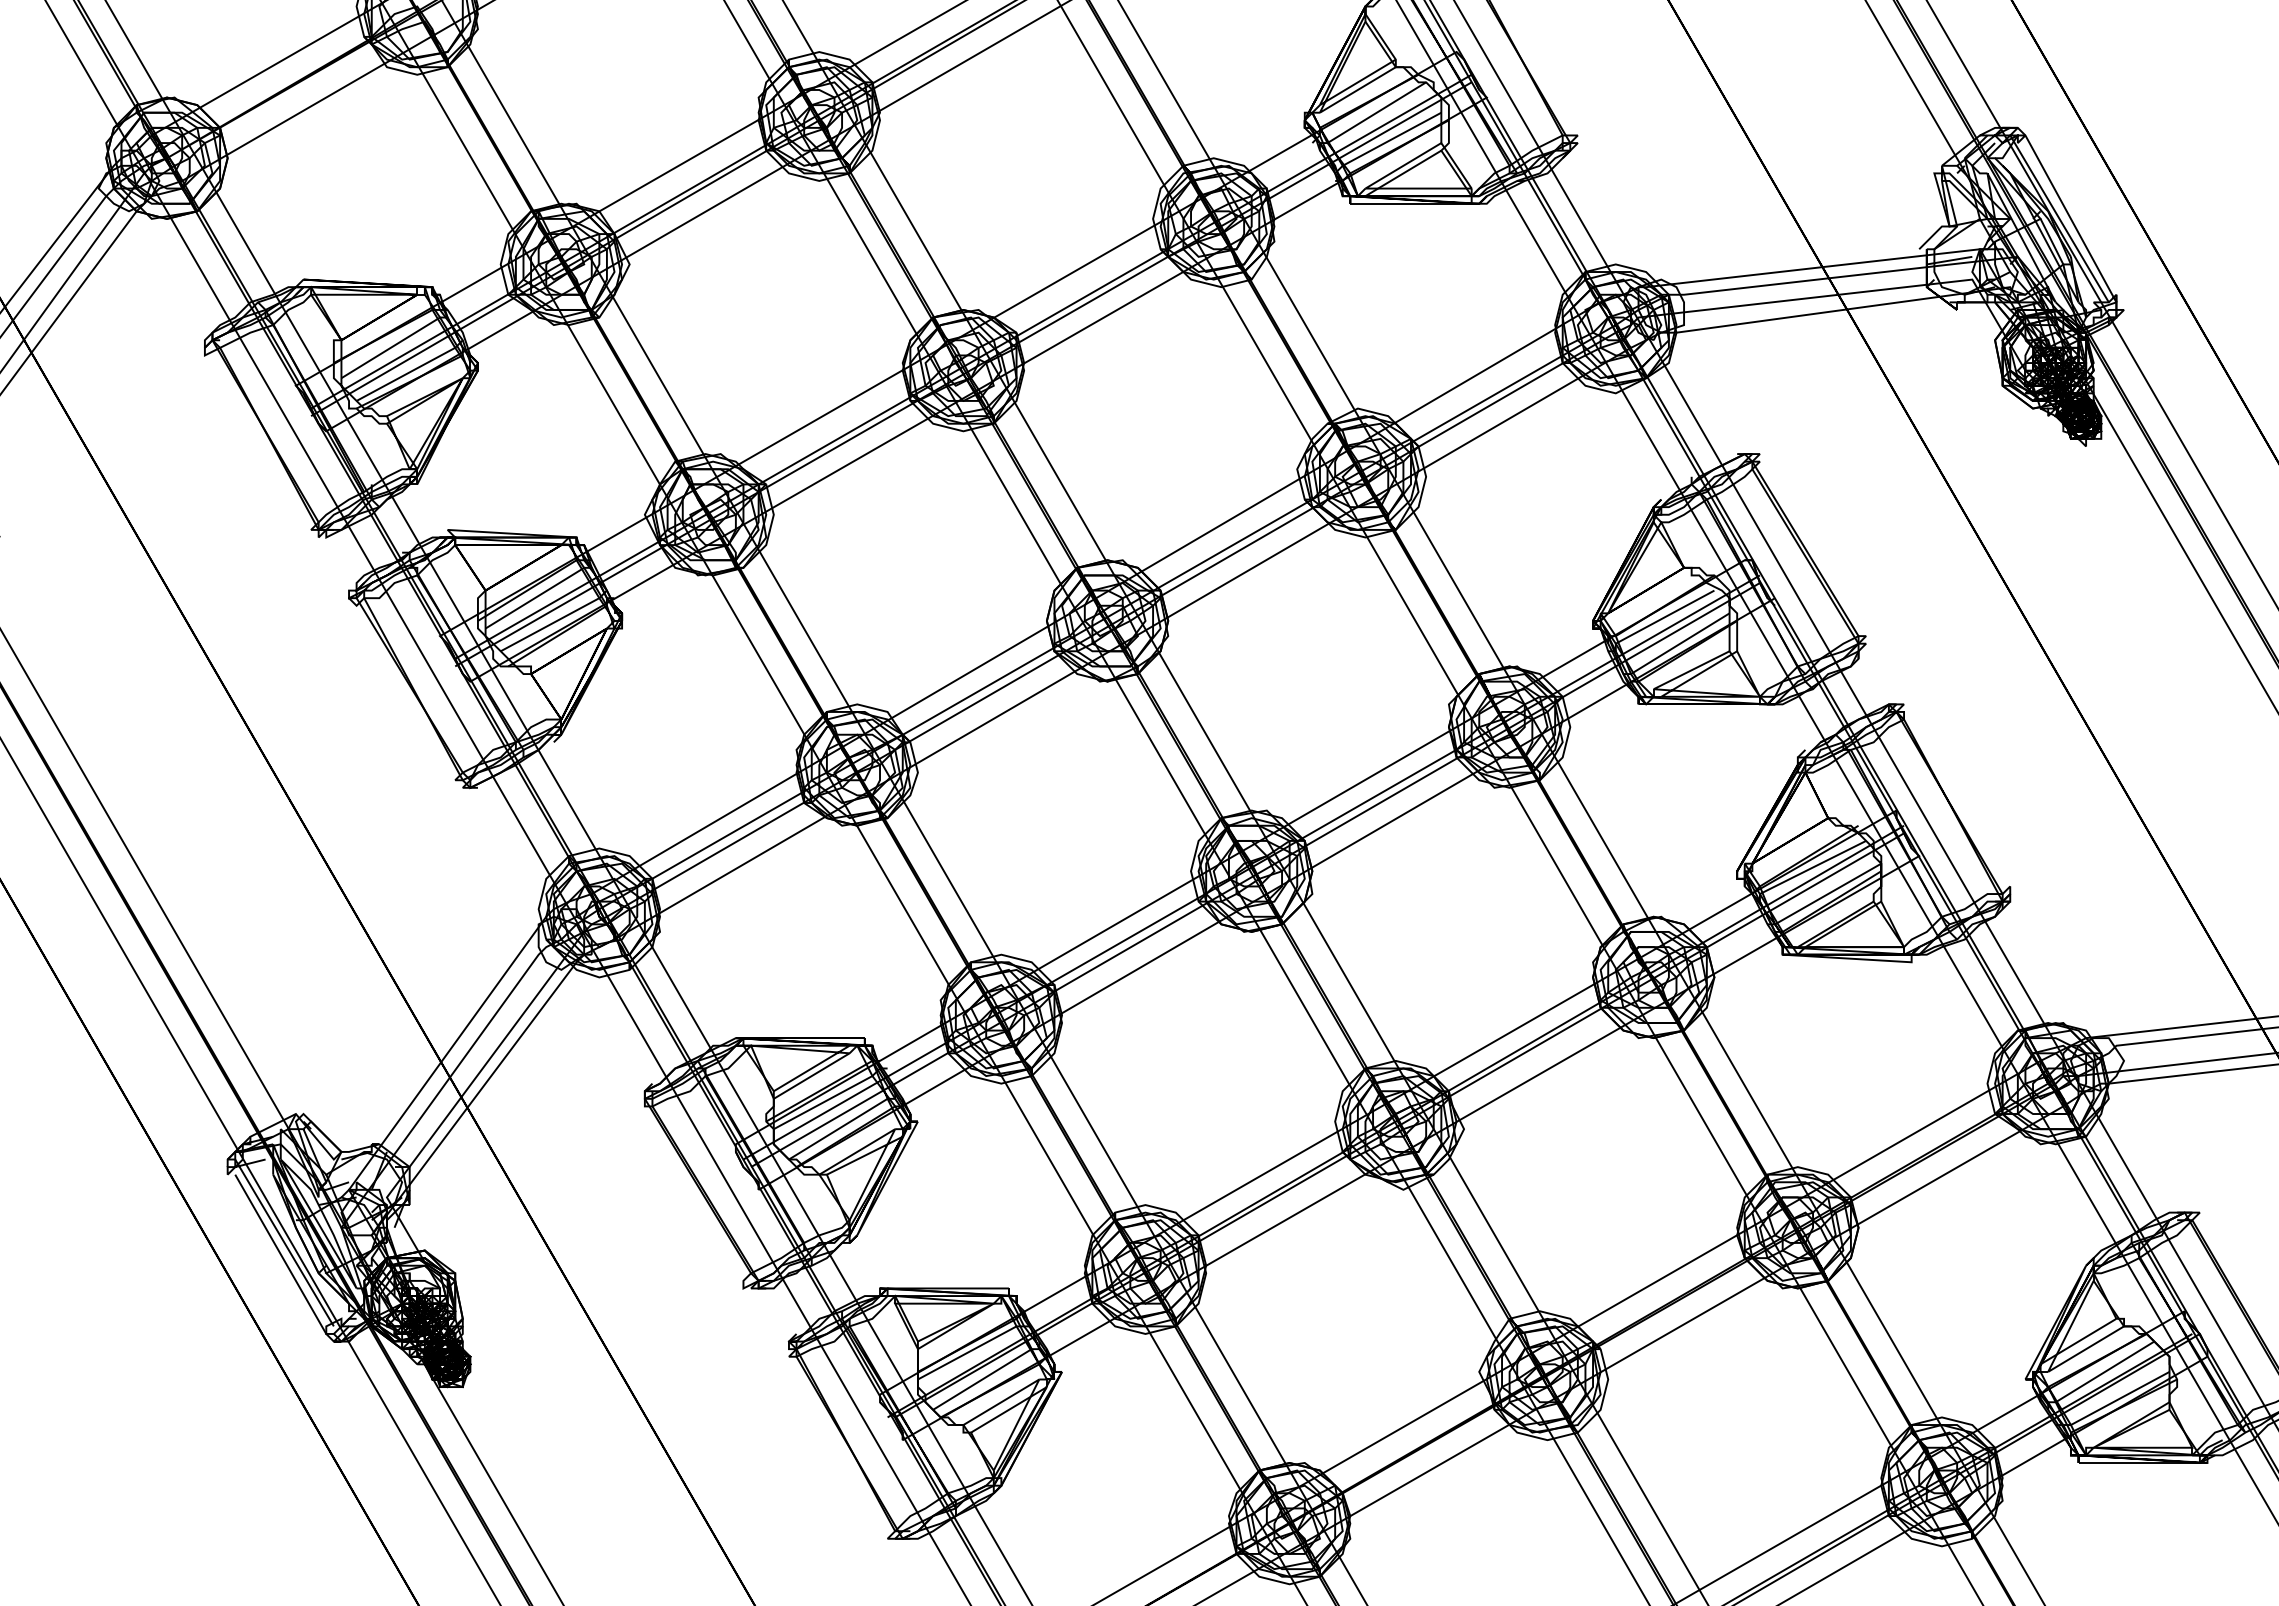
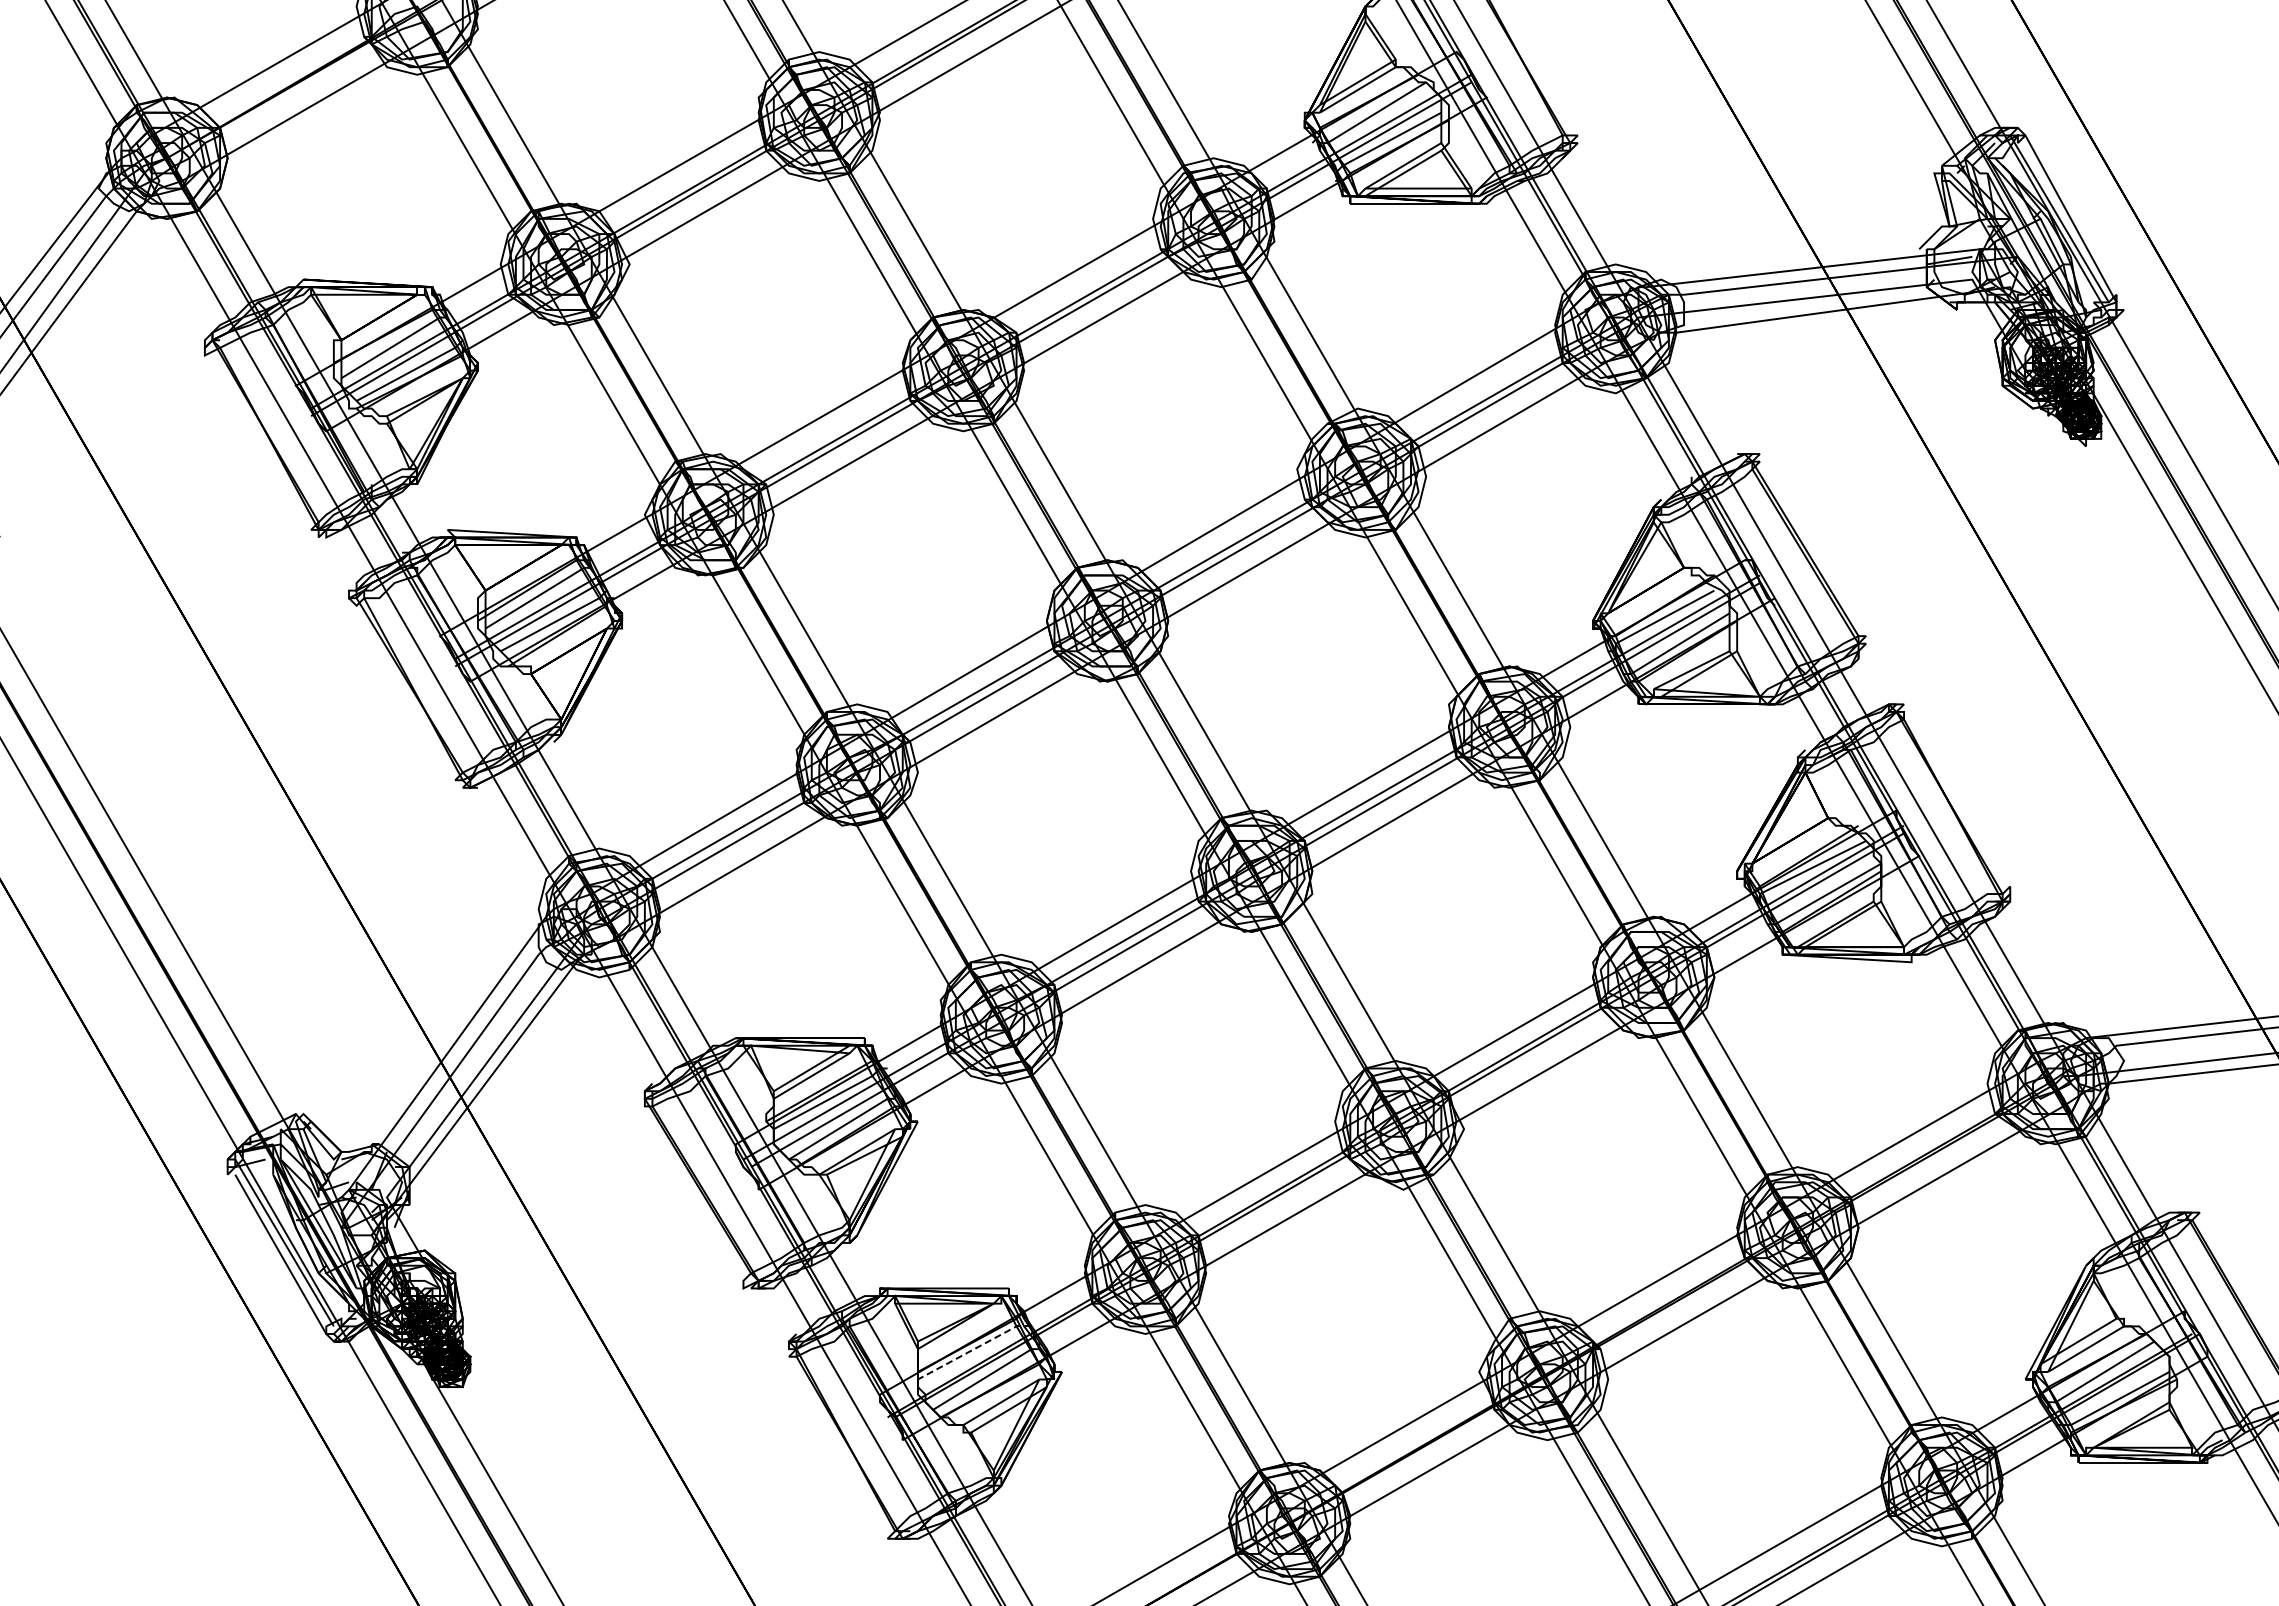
line at (974, 1348): solid -> dashed
